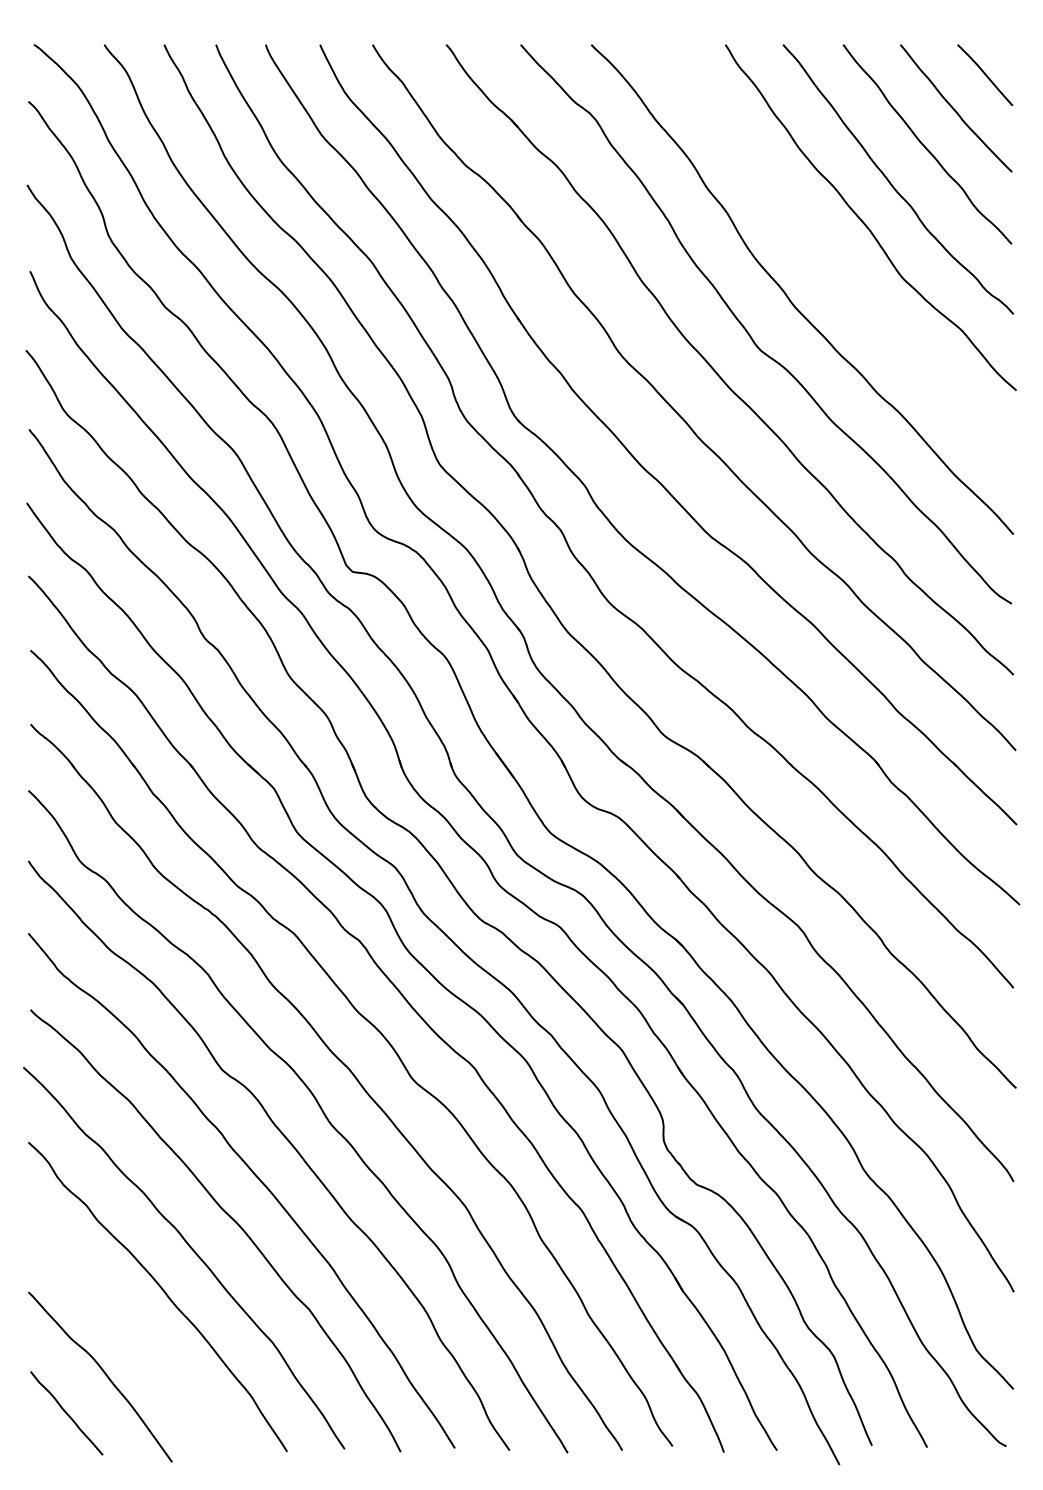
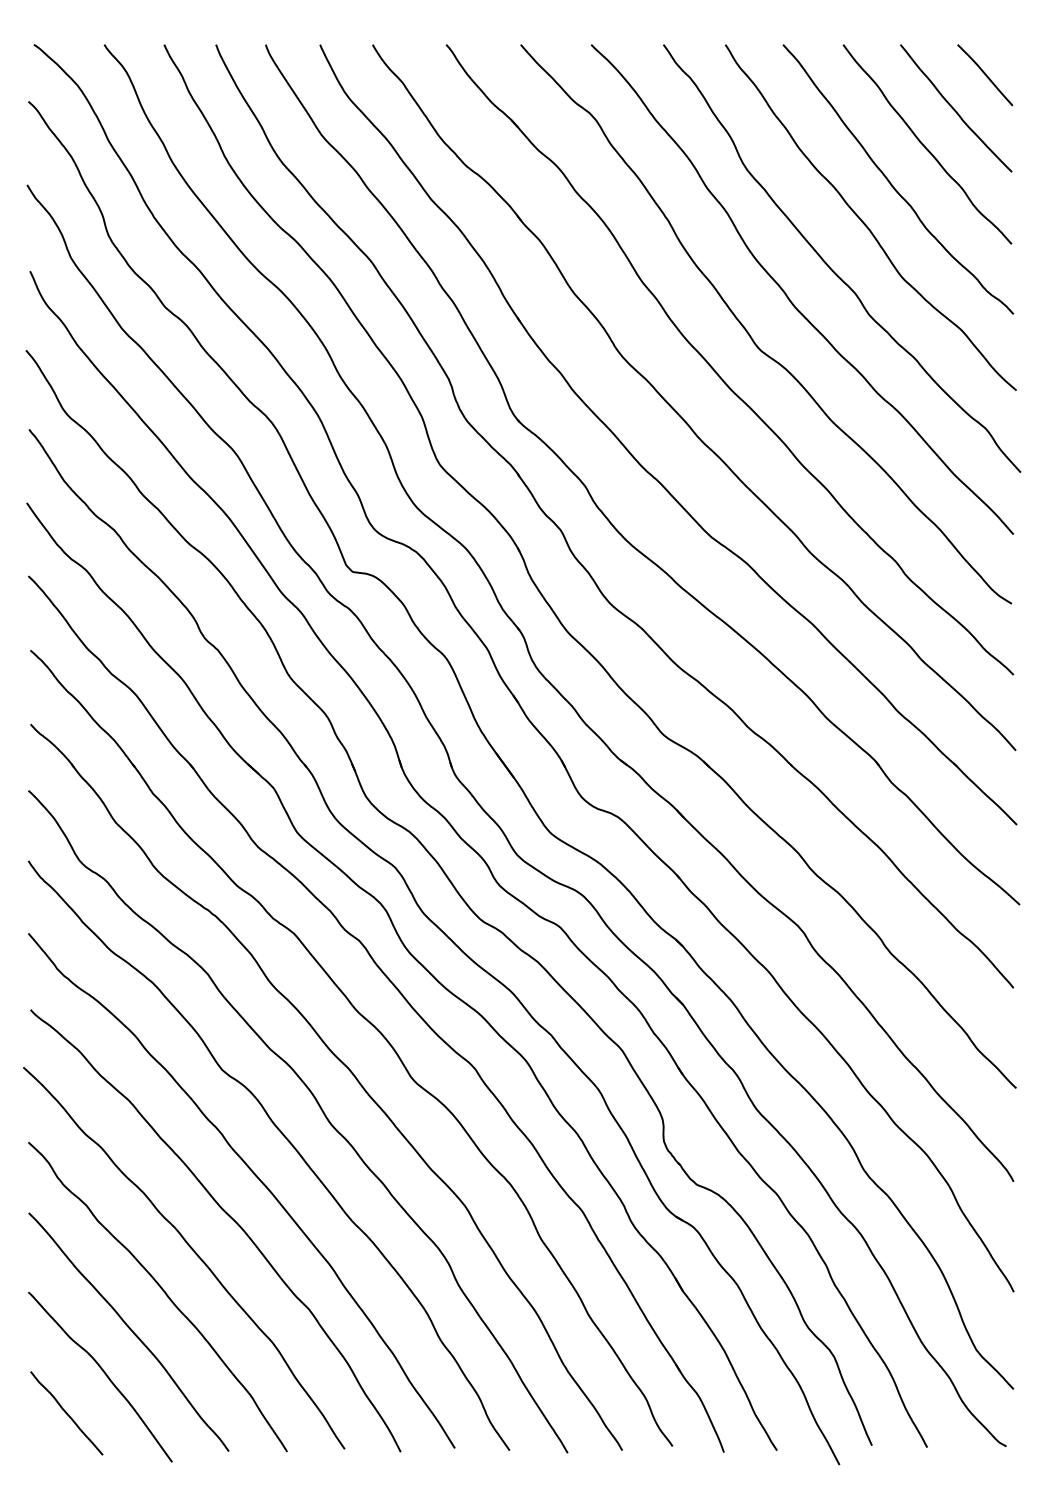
curve at (829, 265): none -> present
curve at (129, 1329): none -> present
